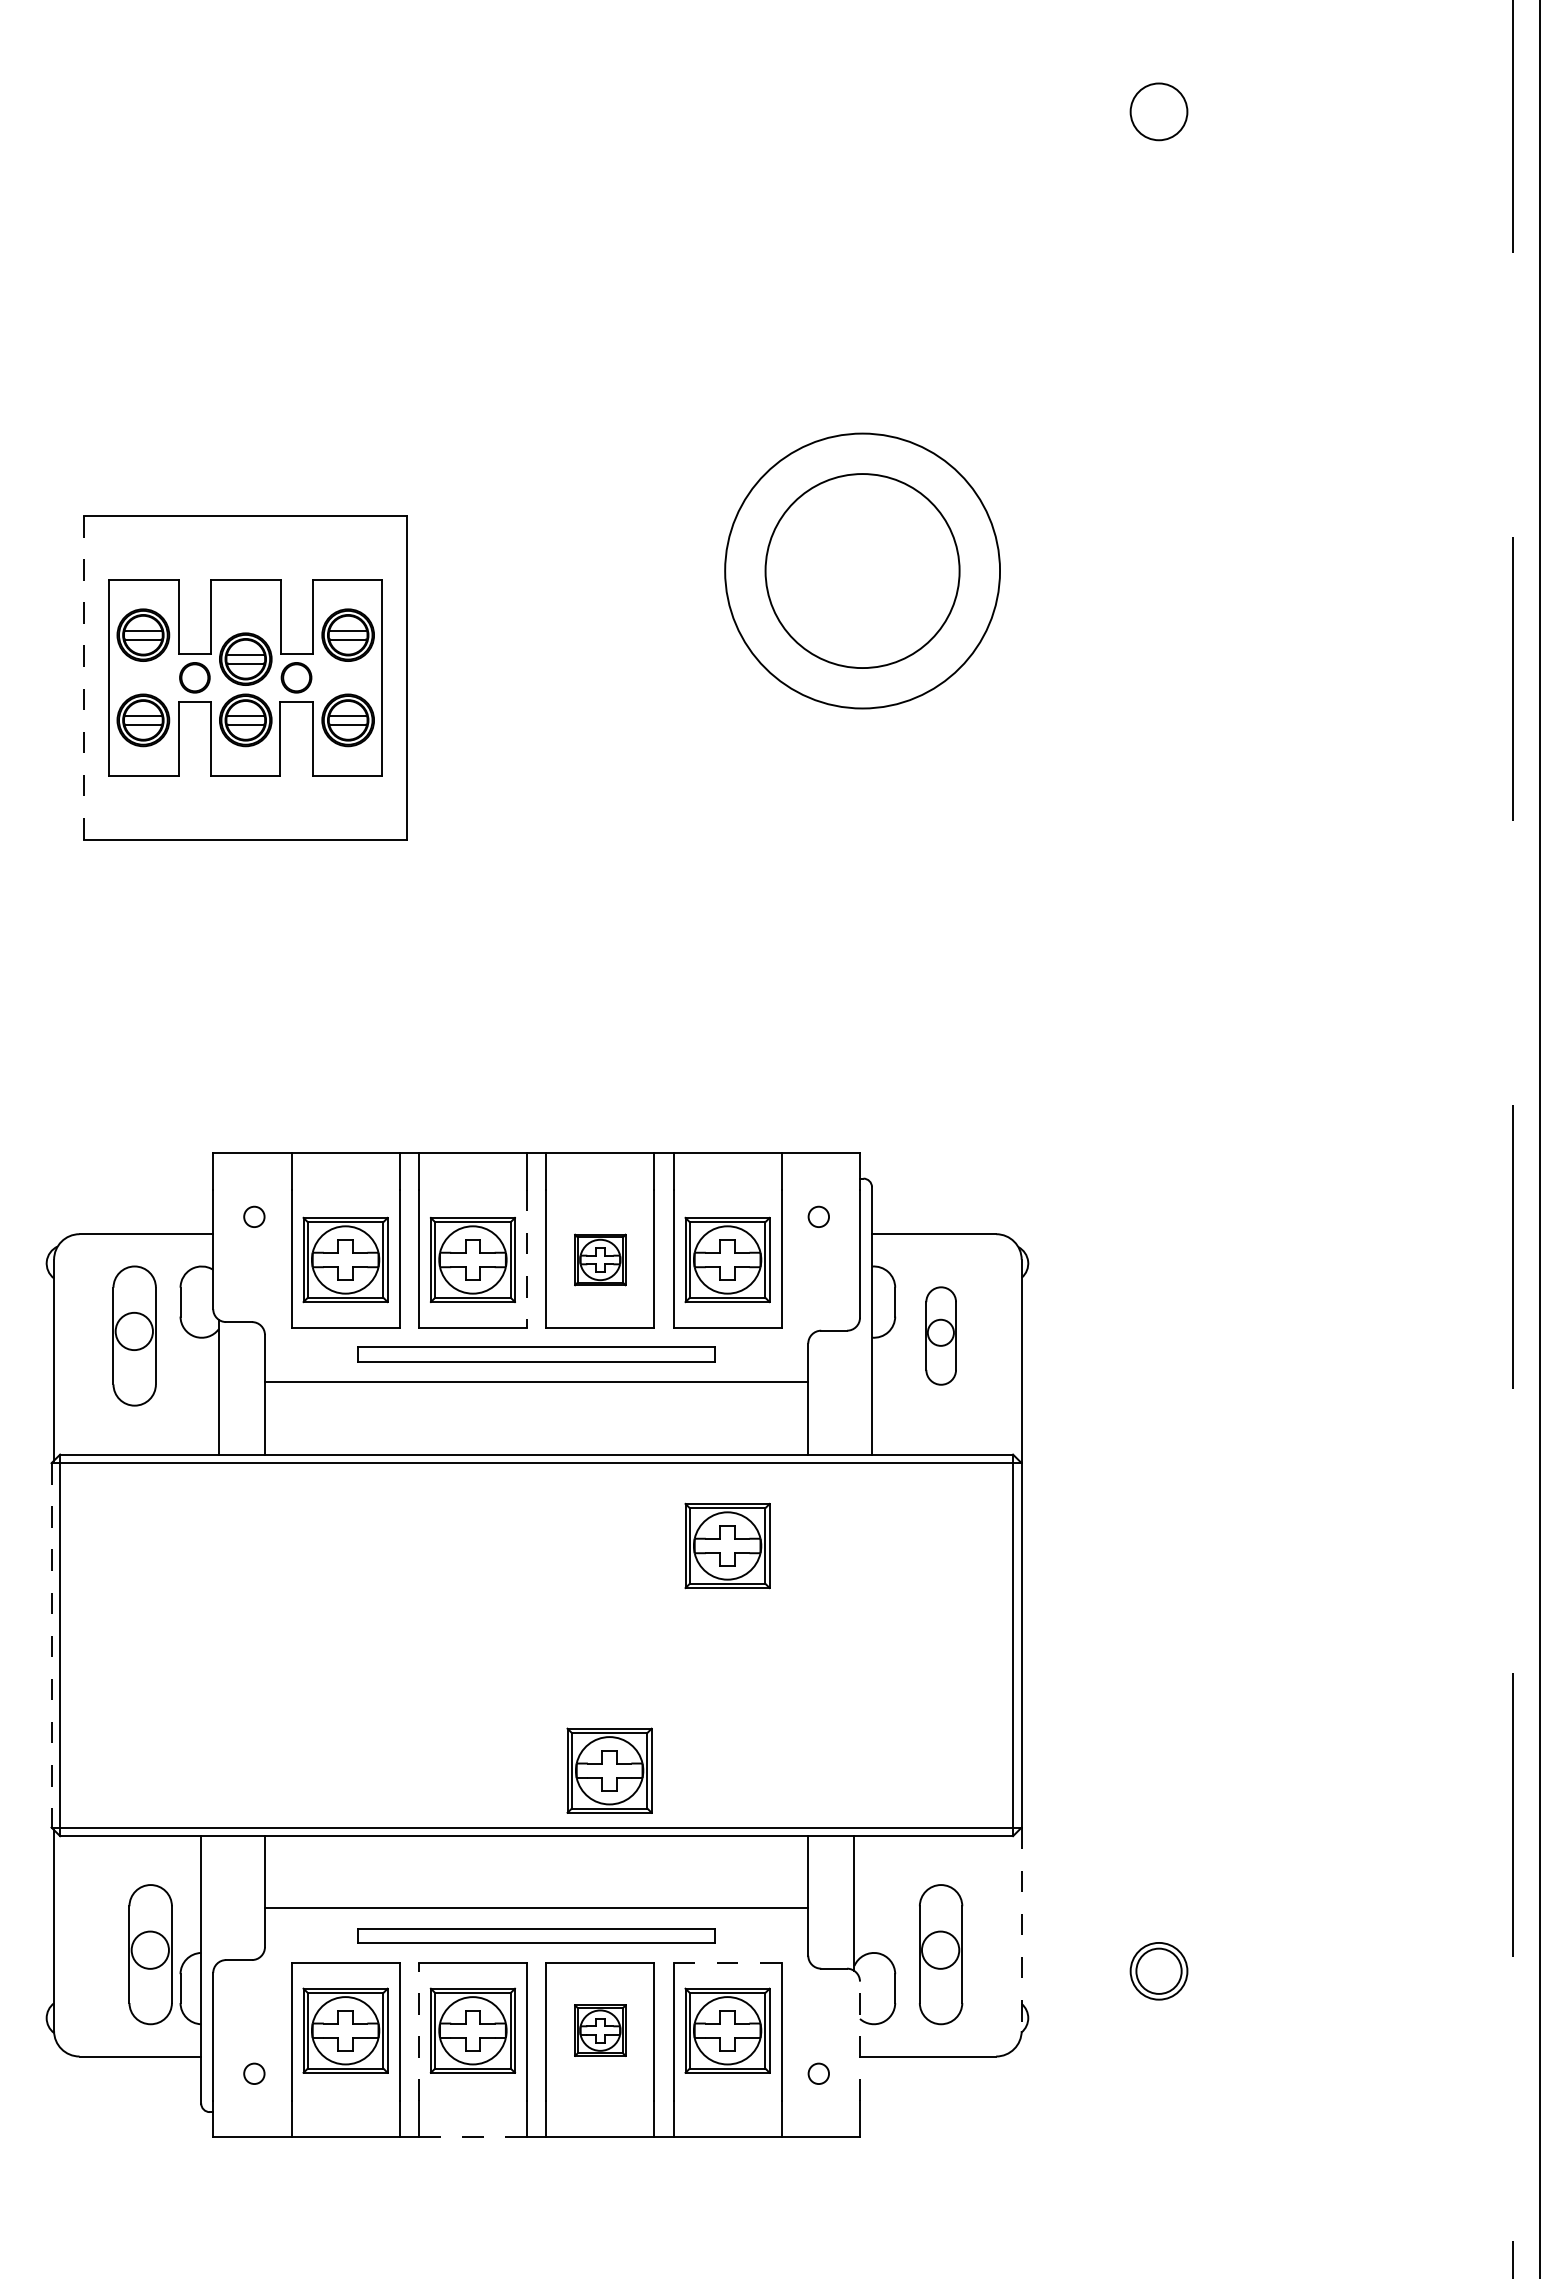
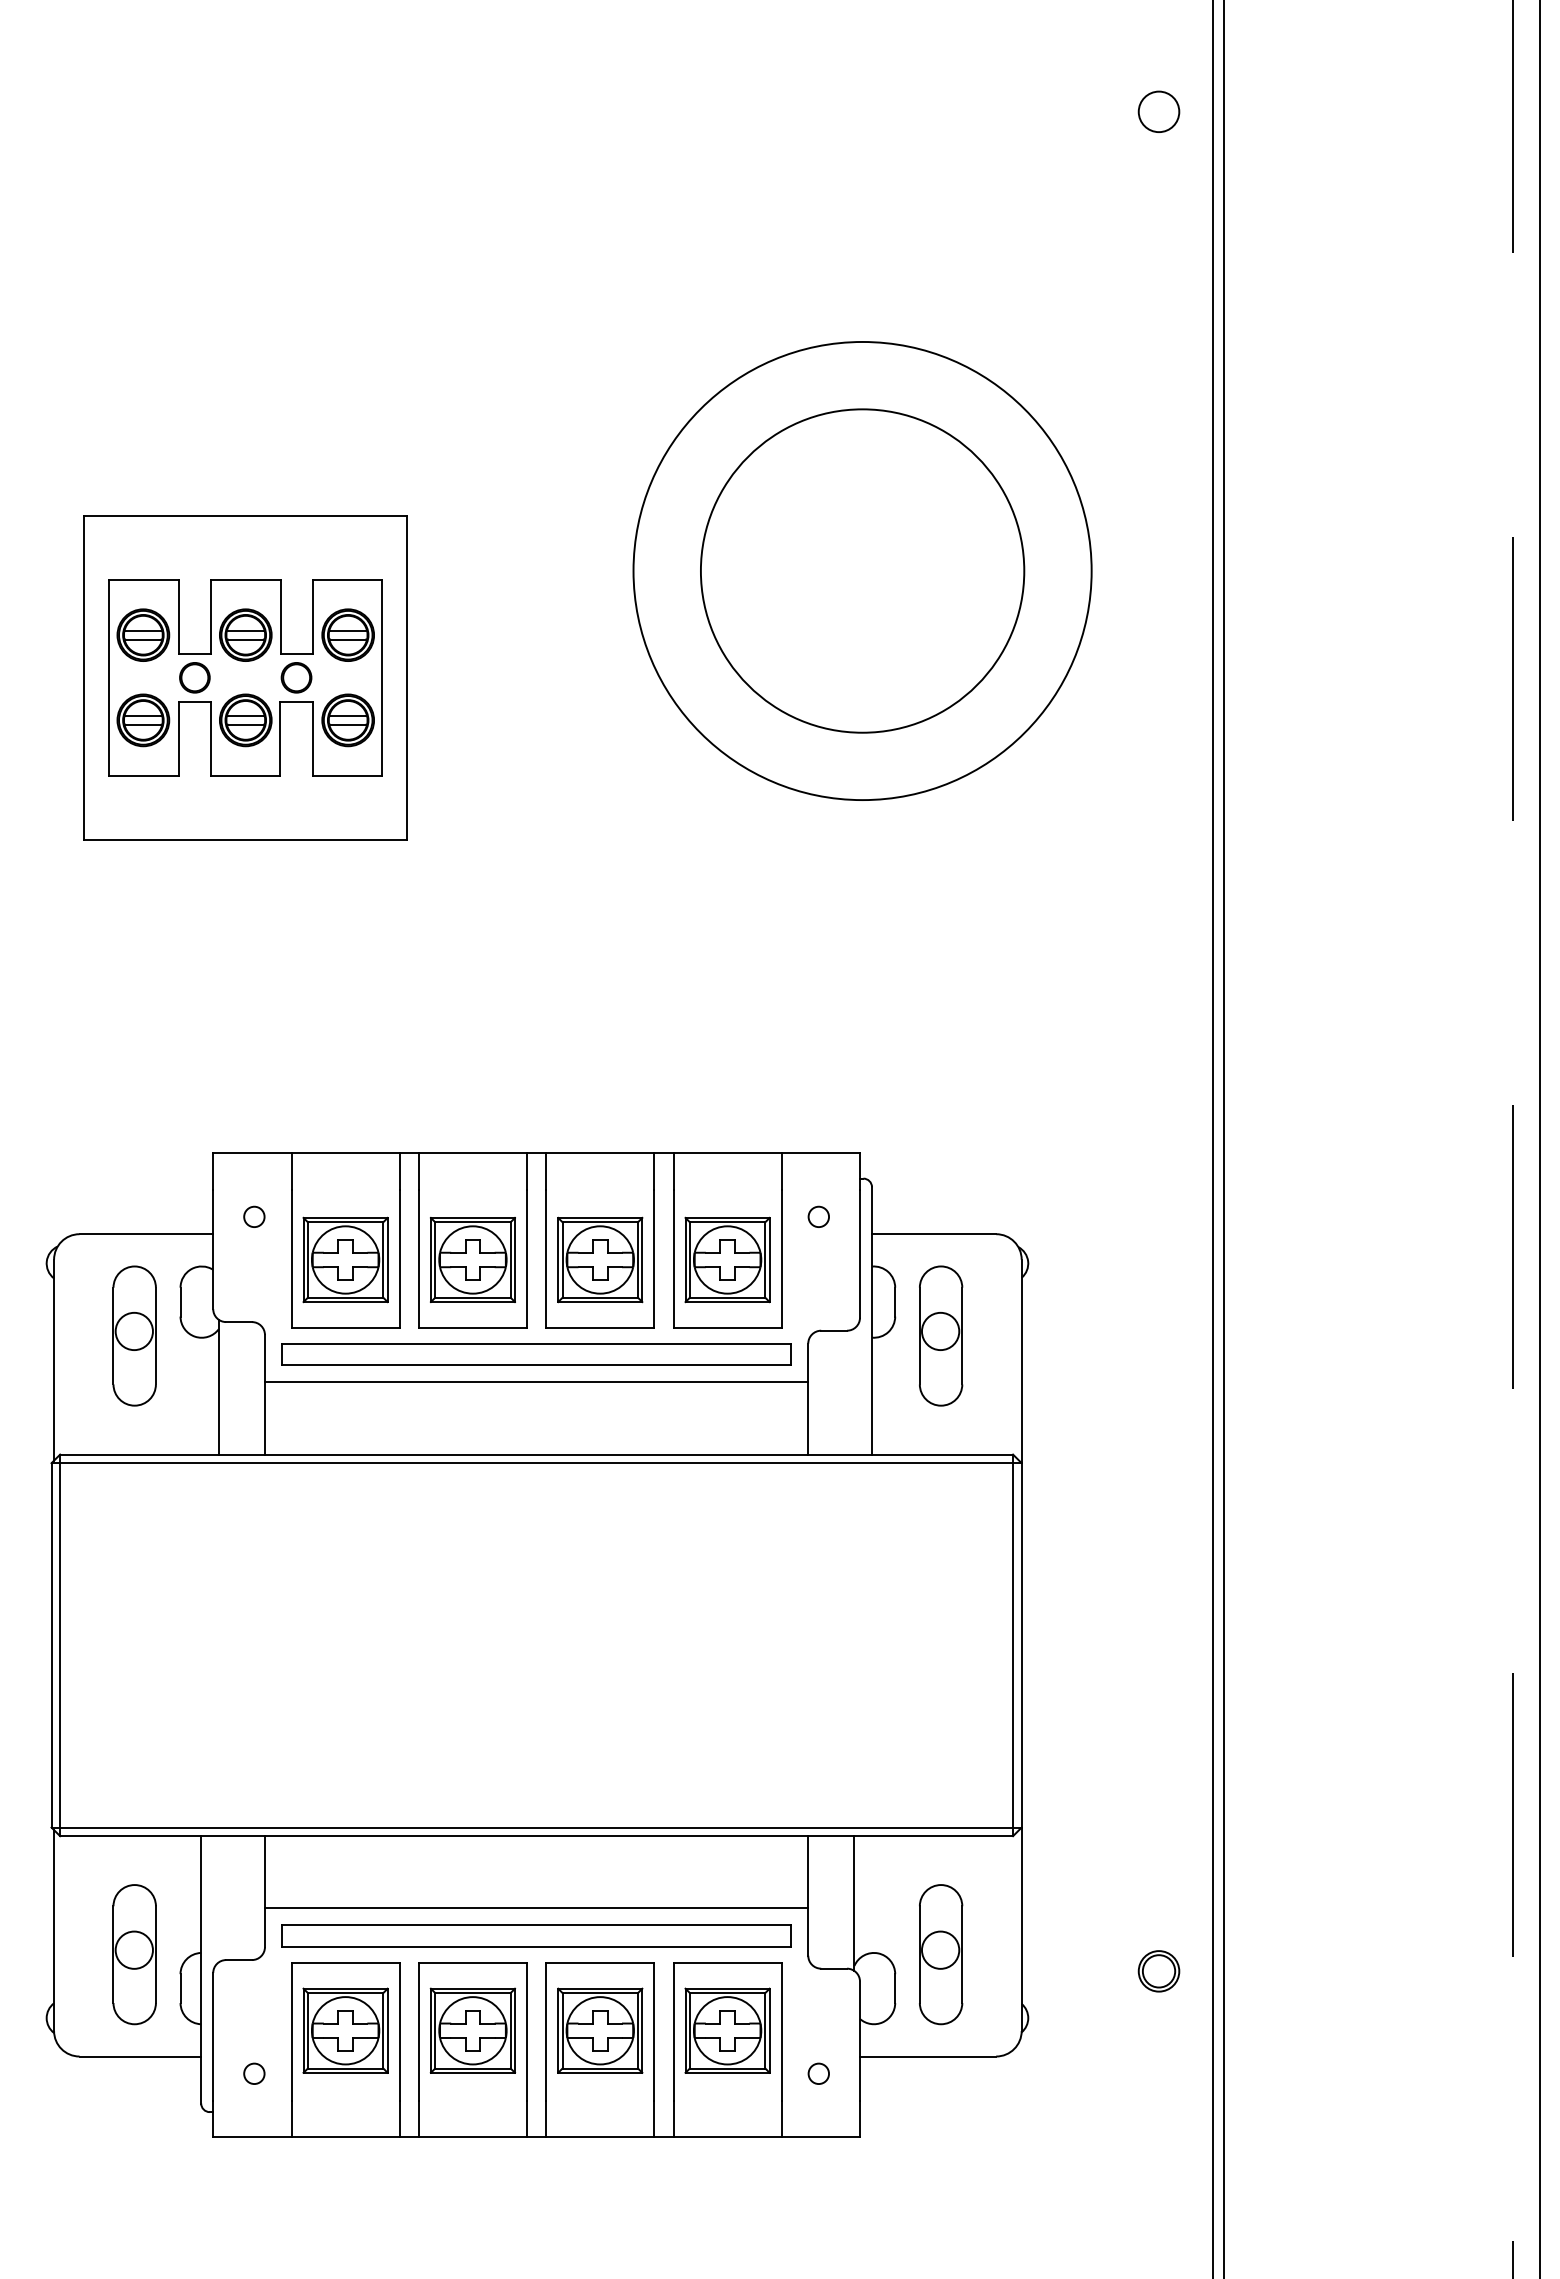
circle at (1158, 111) diameter: 57 px -> 41 px
circle at (862, 570) diameter: 275 px -> 458 px
circle at (862, 571) diameter: 194 px -> 323 px
part at (245, 658) position: (245, 658) -> (245, 634)
line at (84, 677): dashed -> solid
line at (1212, 1138): none -> present
line at (1223, 1138): none -> present
line at (526, 1259): dashed -> solid
part at (600, 1259) size: 53x54 px -> 87x88 px
part at (940, 1335) size: 32x100 px -> 45x142 px
part at (536, 1354) size: 359x17 px -> 511x23 px
part at (727, 1545): present -> none
line at (51, 1645): dashed -> solid
part at (609, 1770): present -> none
line at (1021, 1929): dashed -> solid
part at (536, 1935) size: 359x16 px -> 511x24 px
part at (150, 1954) position: (150, 1954) -> (134, 1954)
line at (727, 1962): dashed -> solid
part at (1158, 1971) size: 60x59 px -> 44x43 px
part at (600, 2030) size: 53x53 px -> 87x87 px
line at (419, 2031): dashed -> solid
line at (860, 2041): dashed -> solid
line at (472, 2137): dashed -> solid
